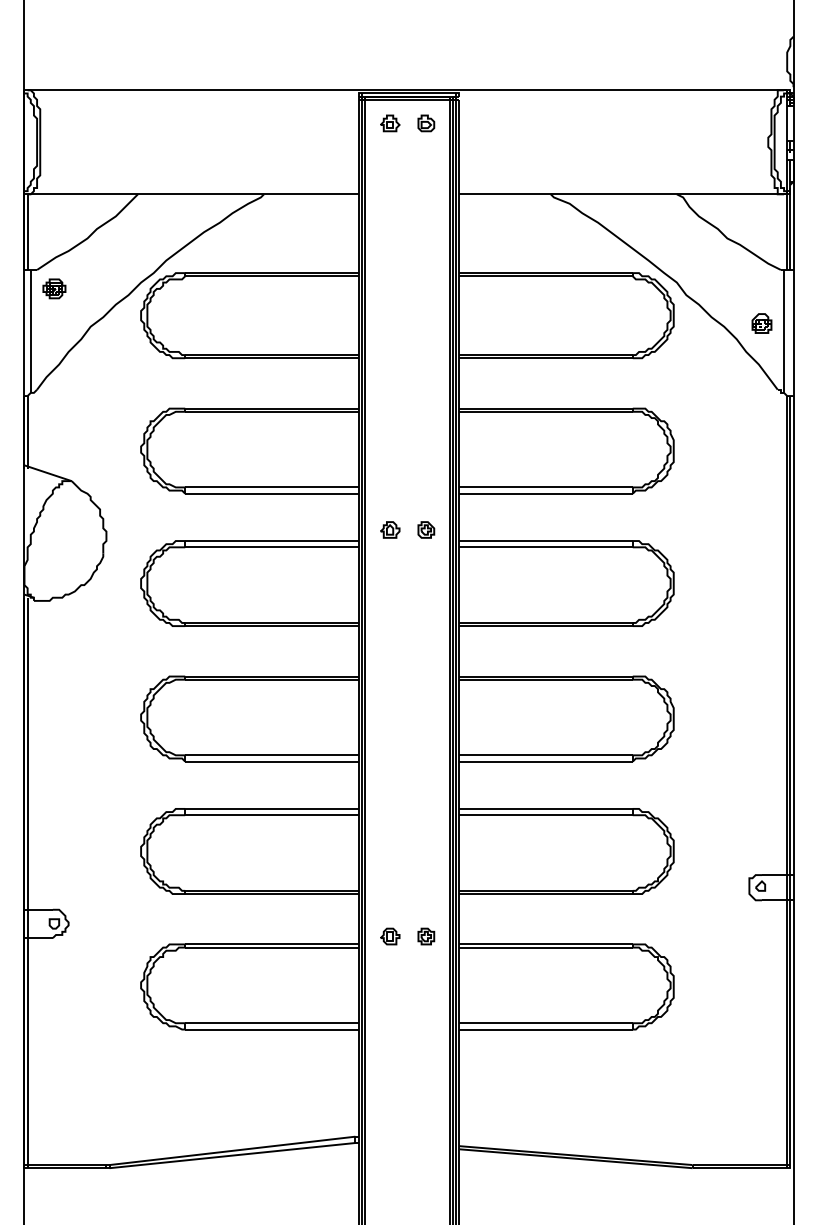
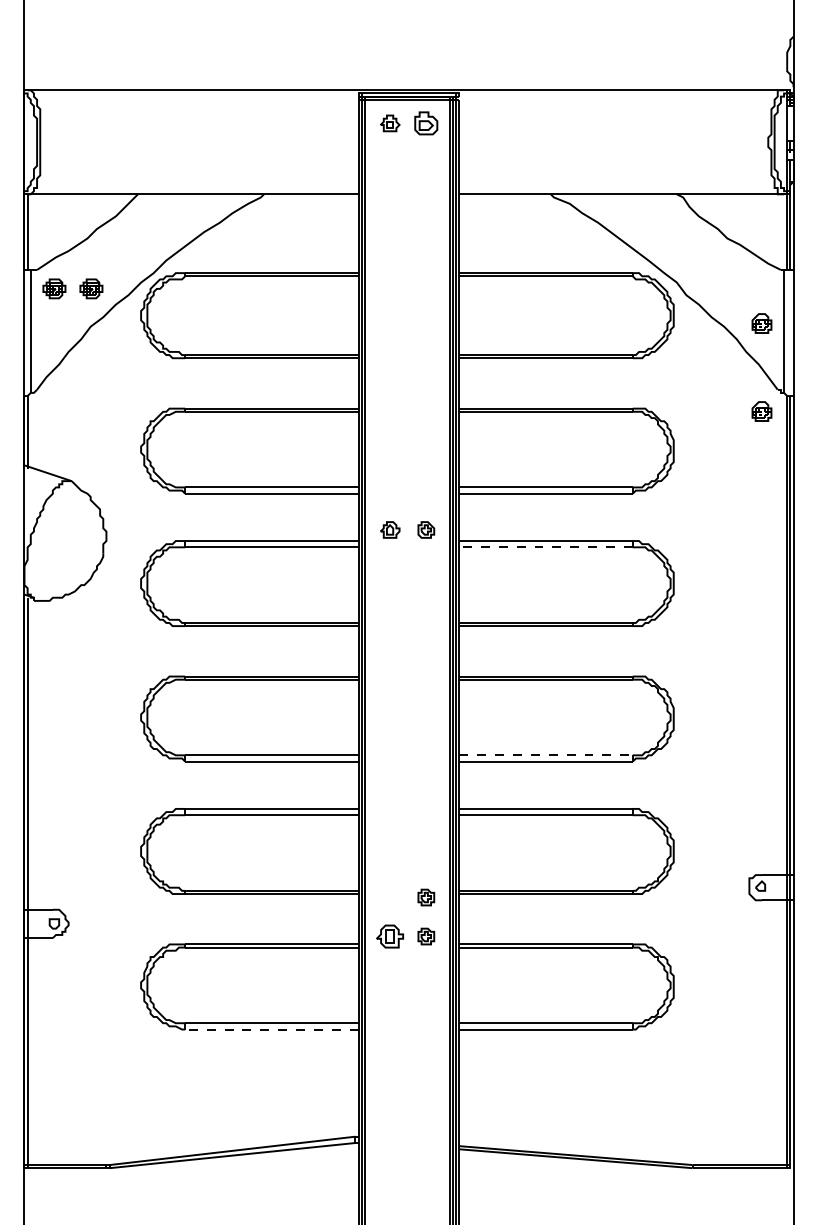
part at (426, 123) size: 19x19 px -> 25x25 px
part at (91, 288): none -> present
part at (761, 411): none -> present
line at (546, 547): solid -> dashed
line at (546, 755): solid -> dashed
part at (426, 897): none -> present
part at (390, 936) size: 21x19 px -> 28x25 px
line at (271, 1029): solid -> dashed
